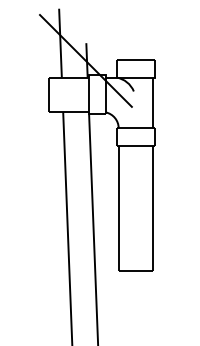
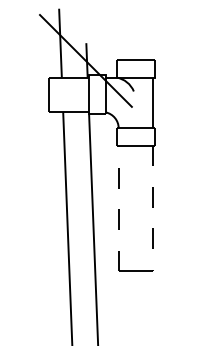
line at (118, 208): solid -> dashed
line at (153, 208): solid -> dashed
